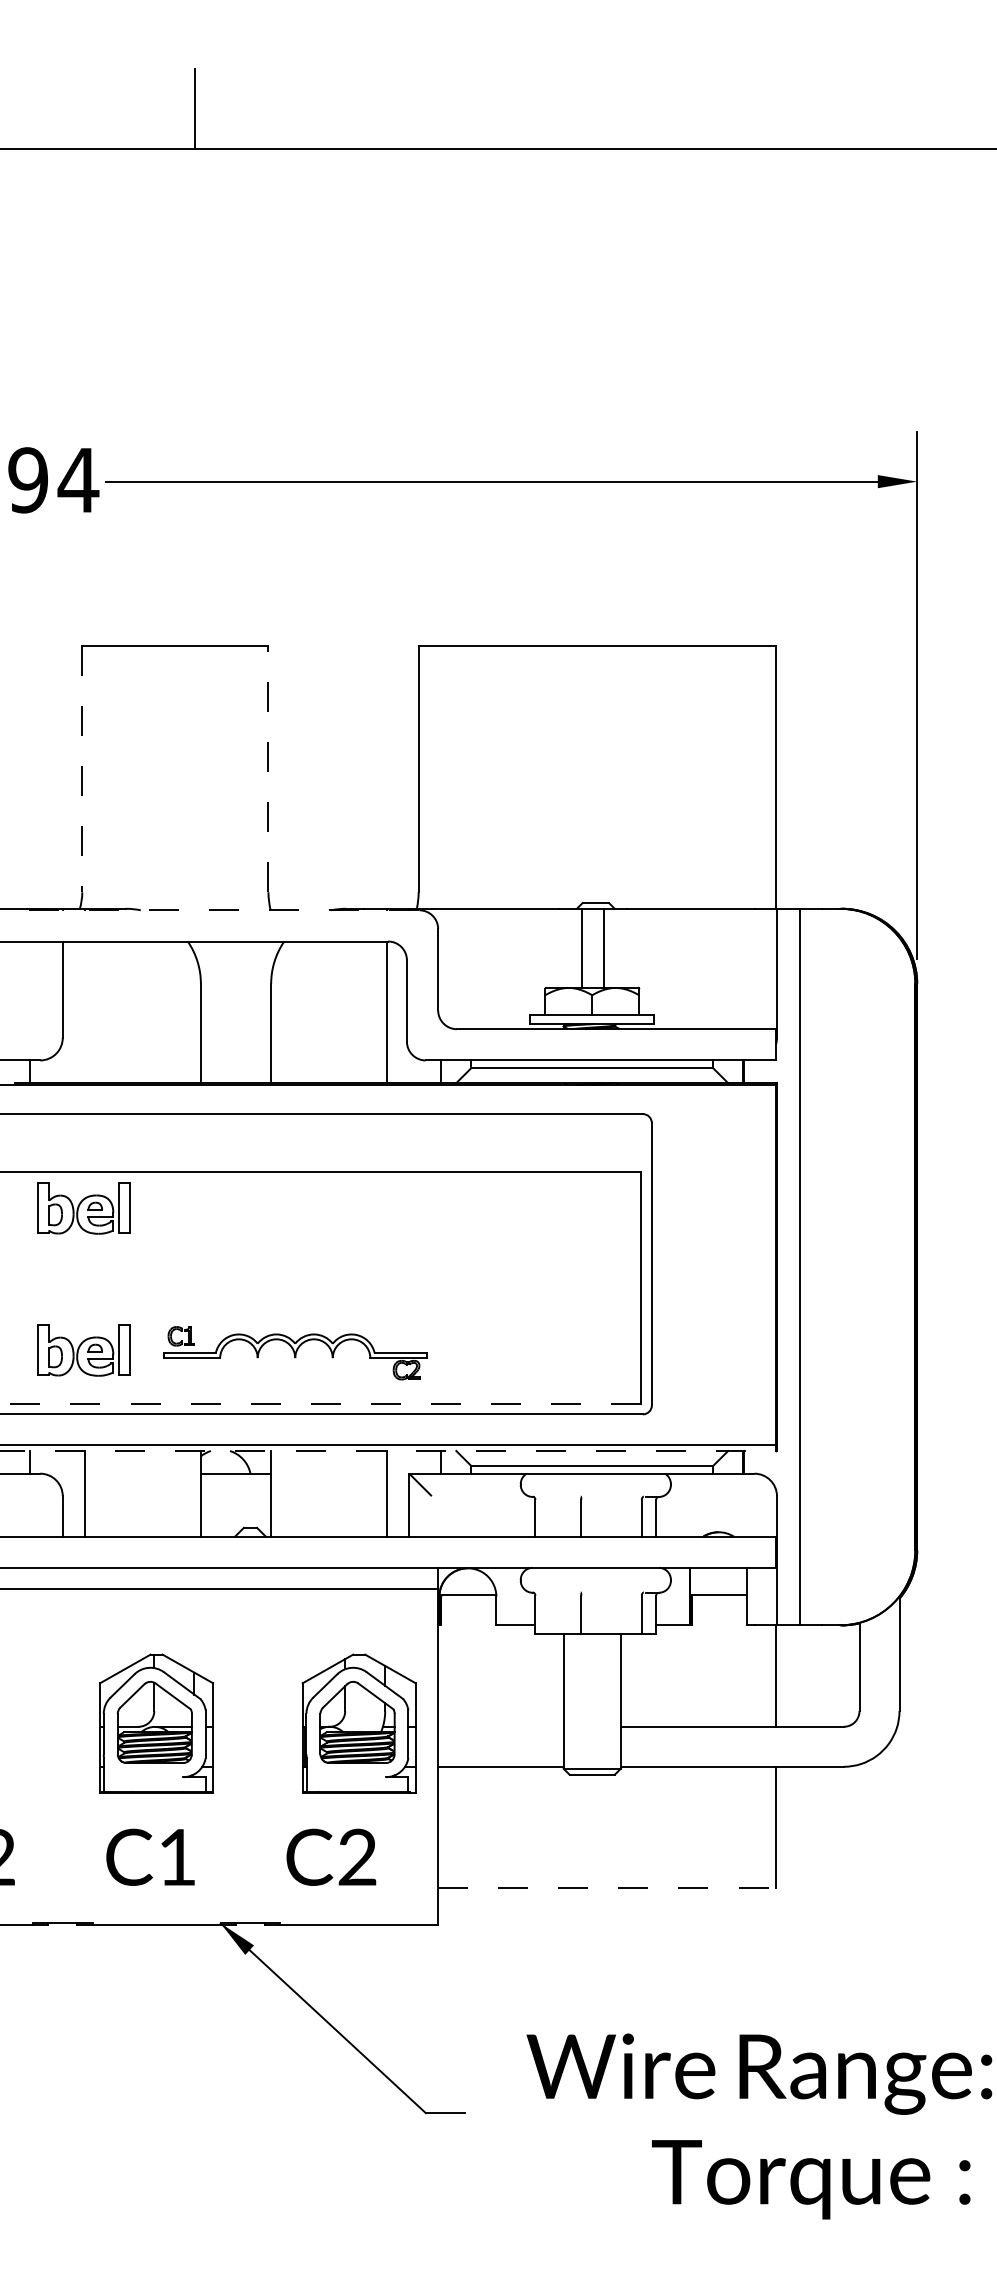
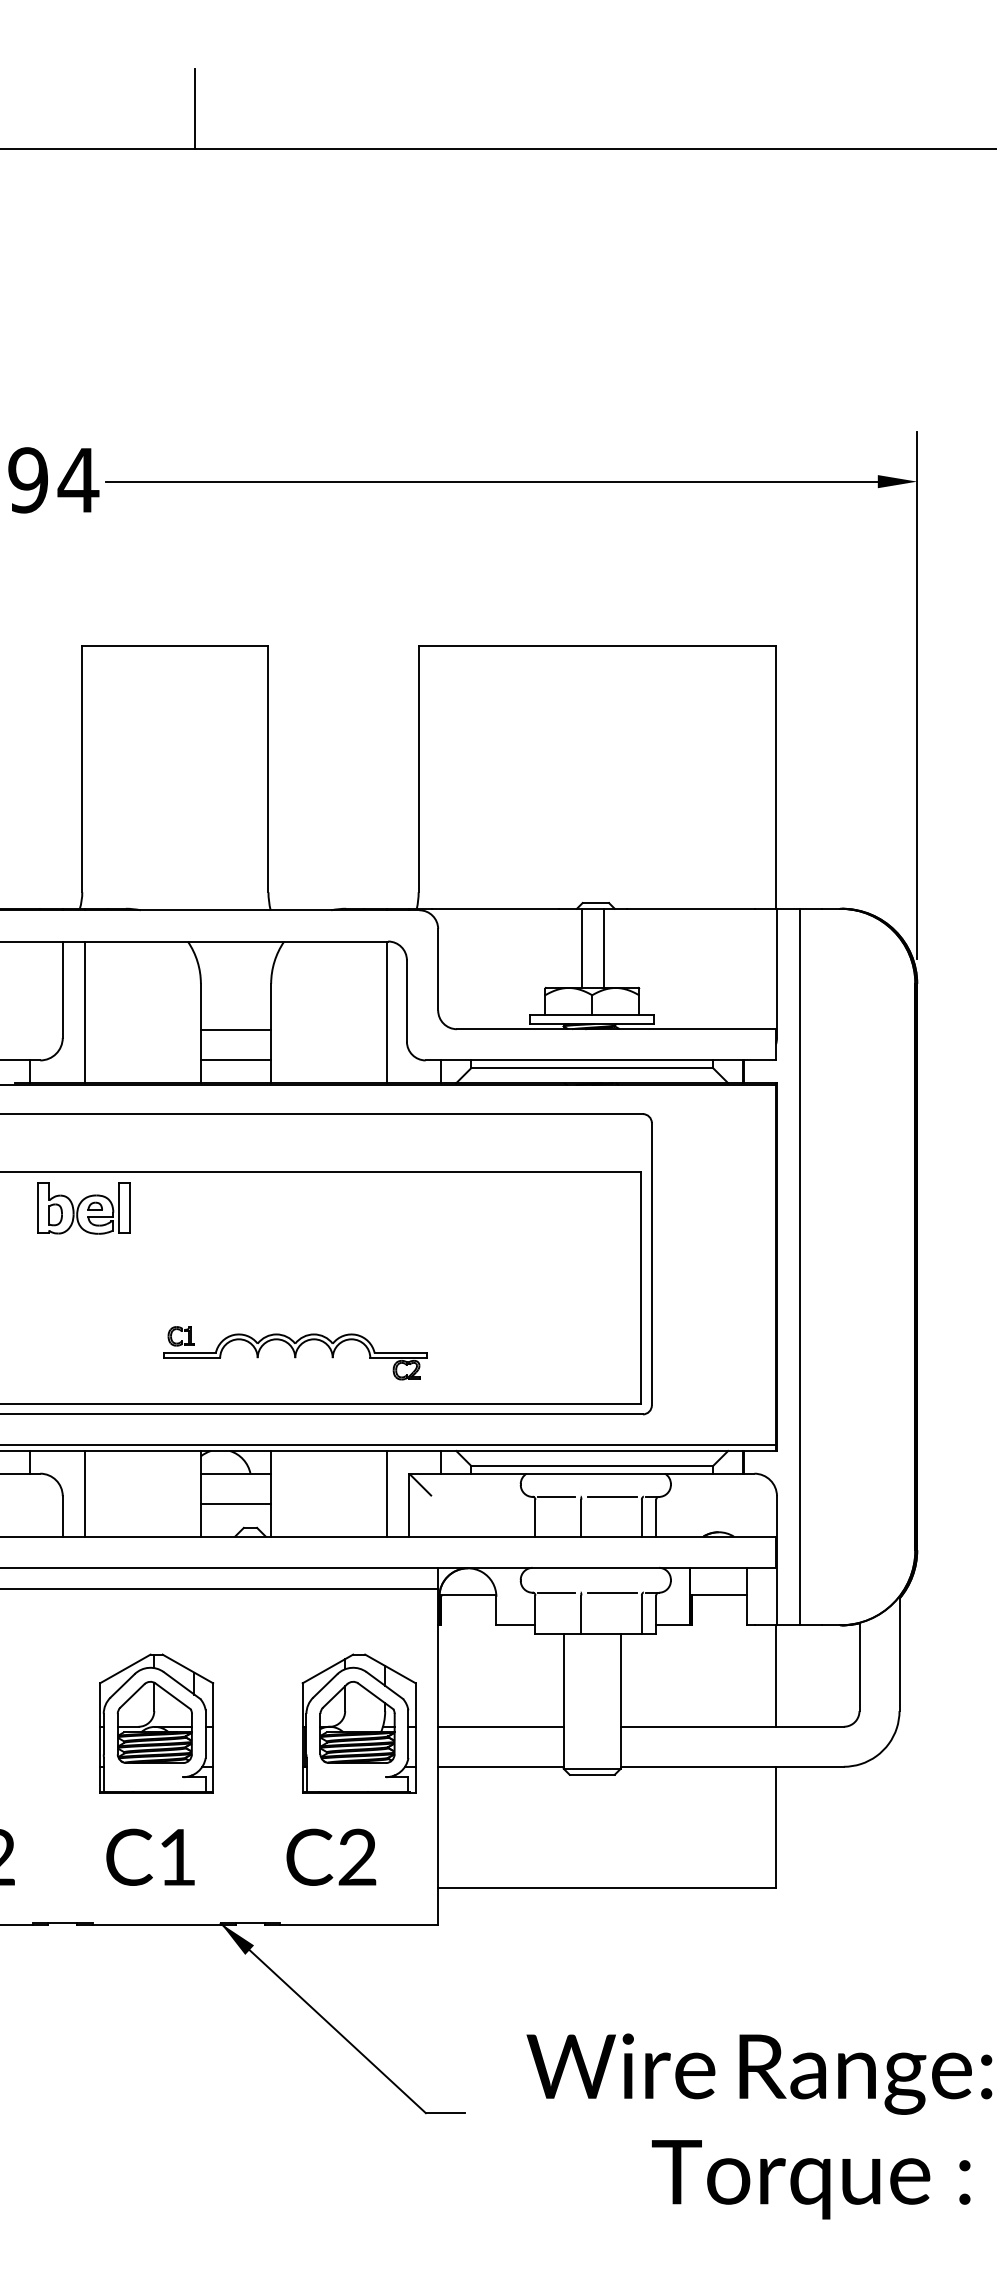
line at (268, 768): dashed -> solid
line at (82, 769): dashed -> solid
line at (209, 910): dashed -> solid
line at (85, 1012): none -> present
line at (235, 1030): none -> present
line at (235, 1060): none -> present
part at (83, 1350): present -> none
line at (320, 1403): dashed -> solid
line at (388, 1451): dashed -> solid
line at (556, 1496): none -> present
line at (612, 1496): none -> present
line at (235, 1503): none -> present
line at (556, 1592): none -> present
line at (612, 1592): none -> present
line at (500, 1726): none -> present
line at (607, 1888): dashed -> solid
